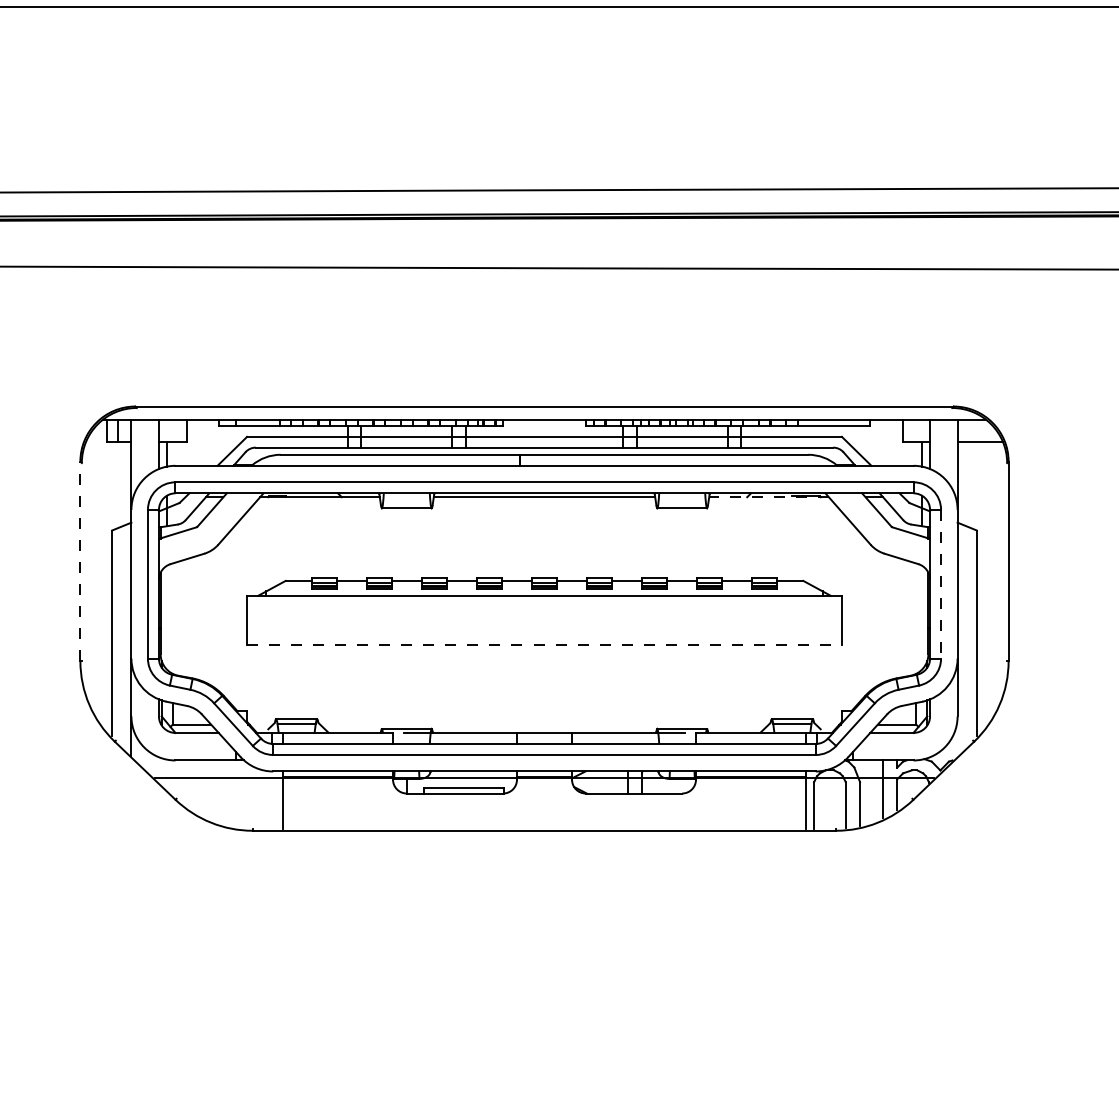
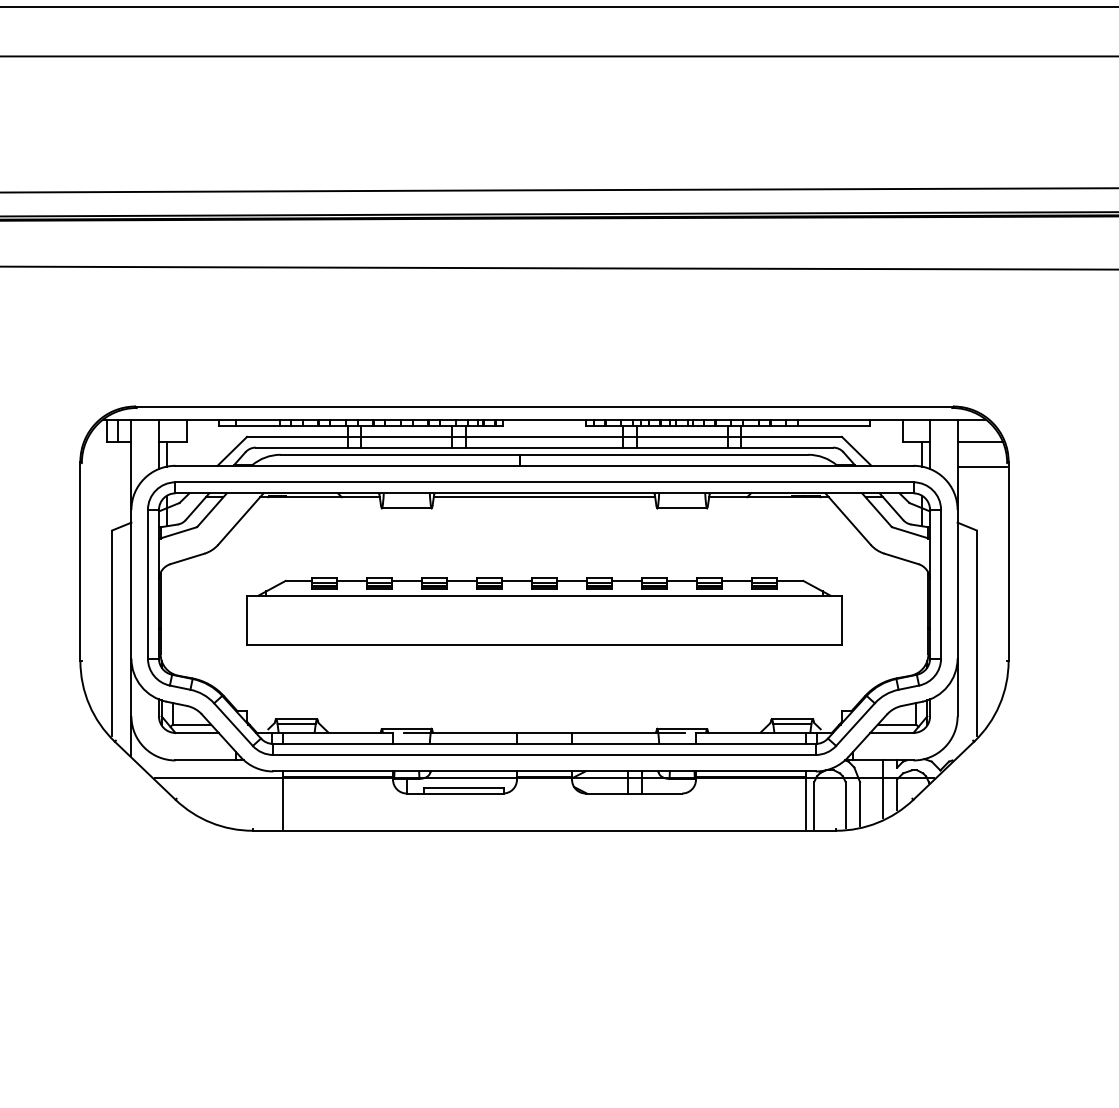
line at (558, 56): none -> present
line at (982, 466): none -> present
line at (769, 497): dashed -> solid
line at (80, 561): dashed -> solid
line at (941, 584): dashed -> solid
line at (545, 645): dashed -> solid
